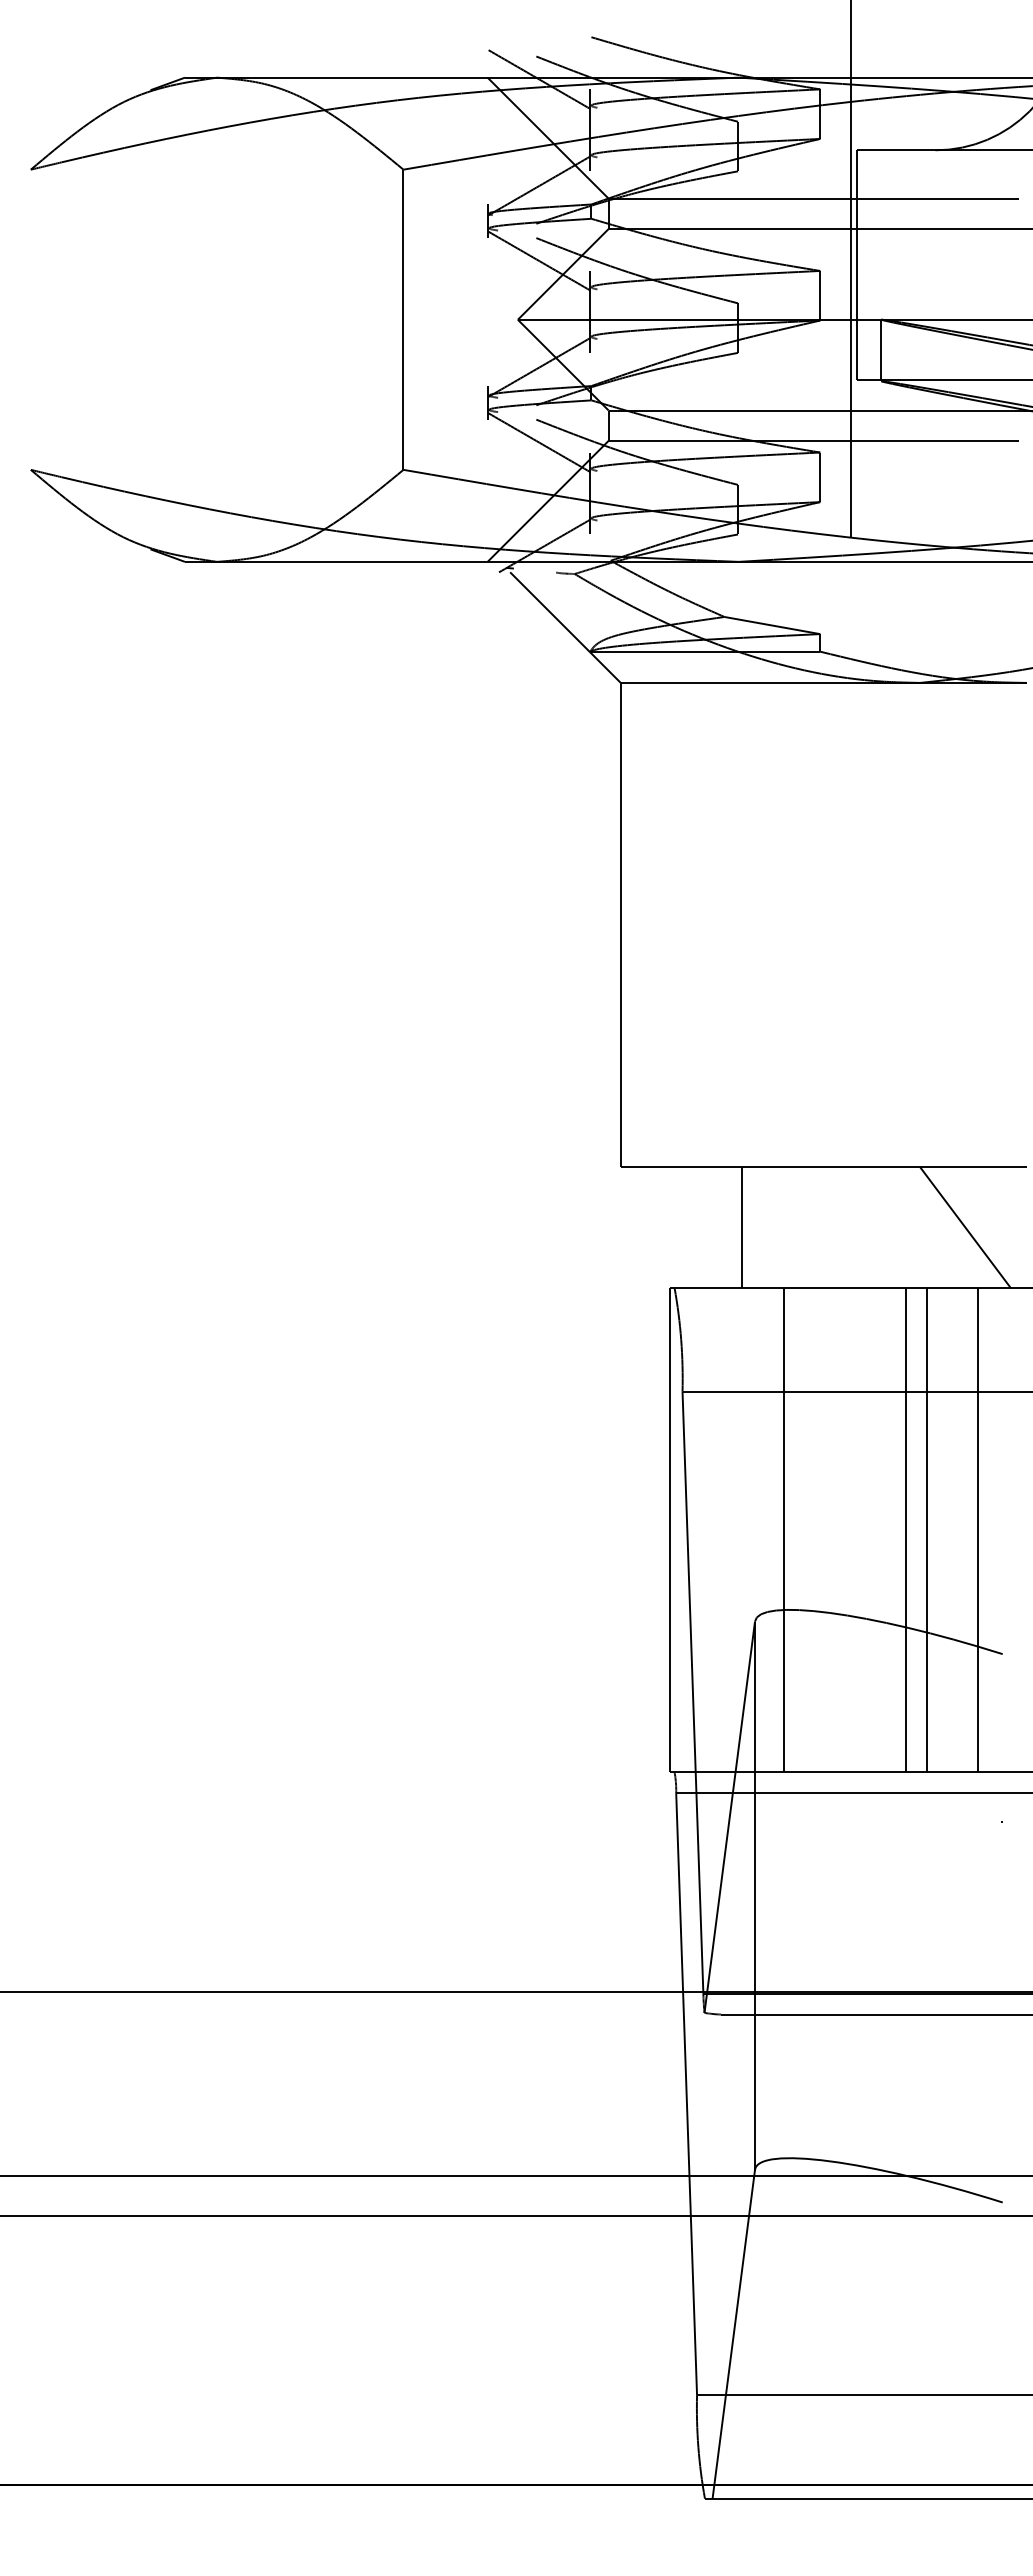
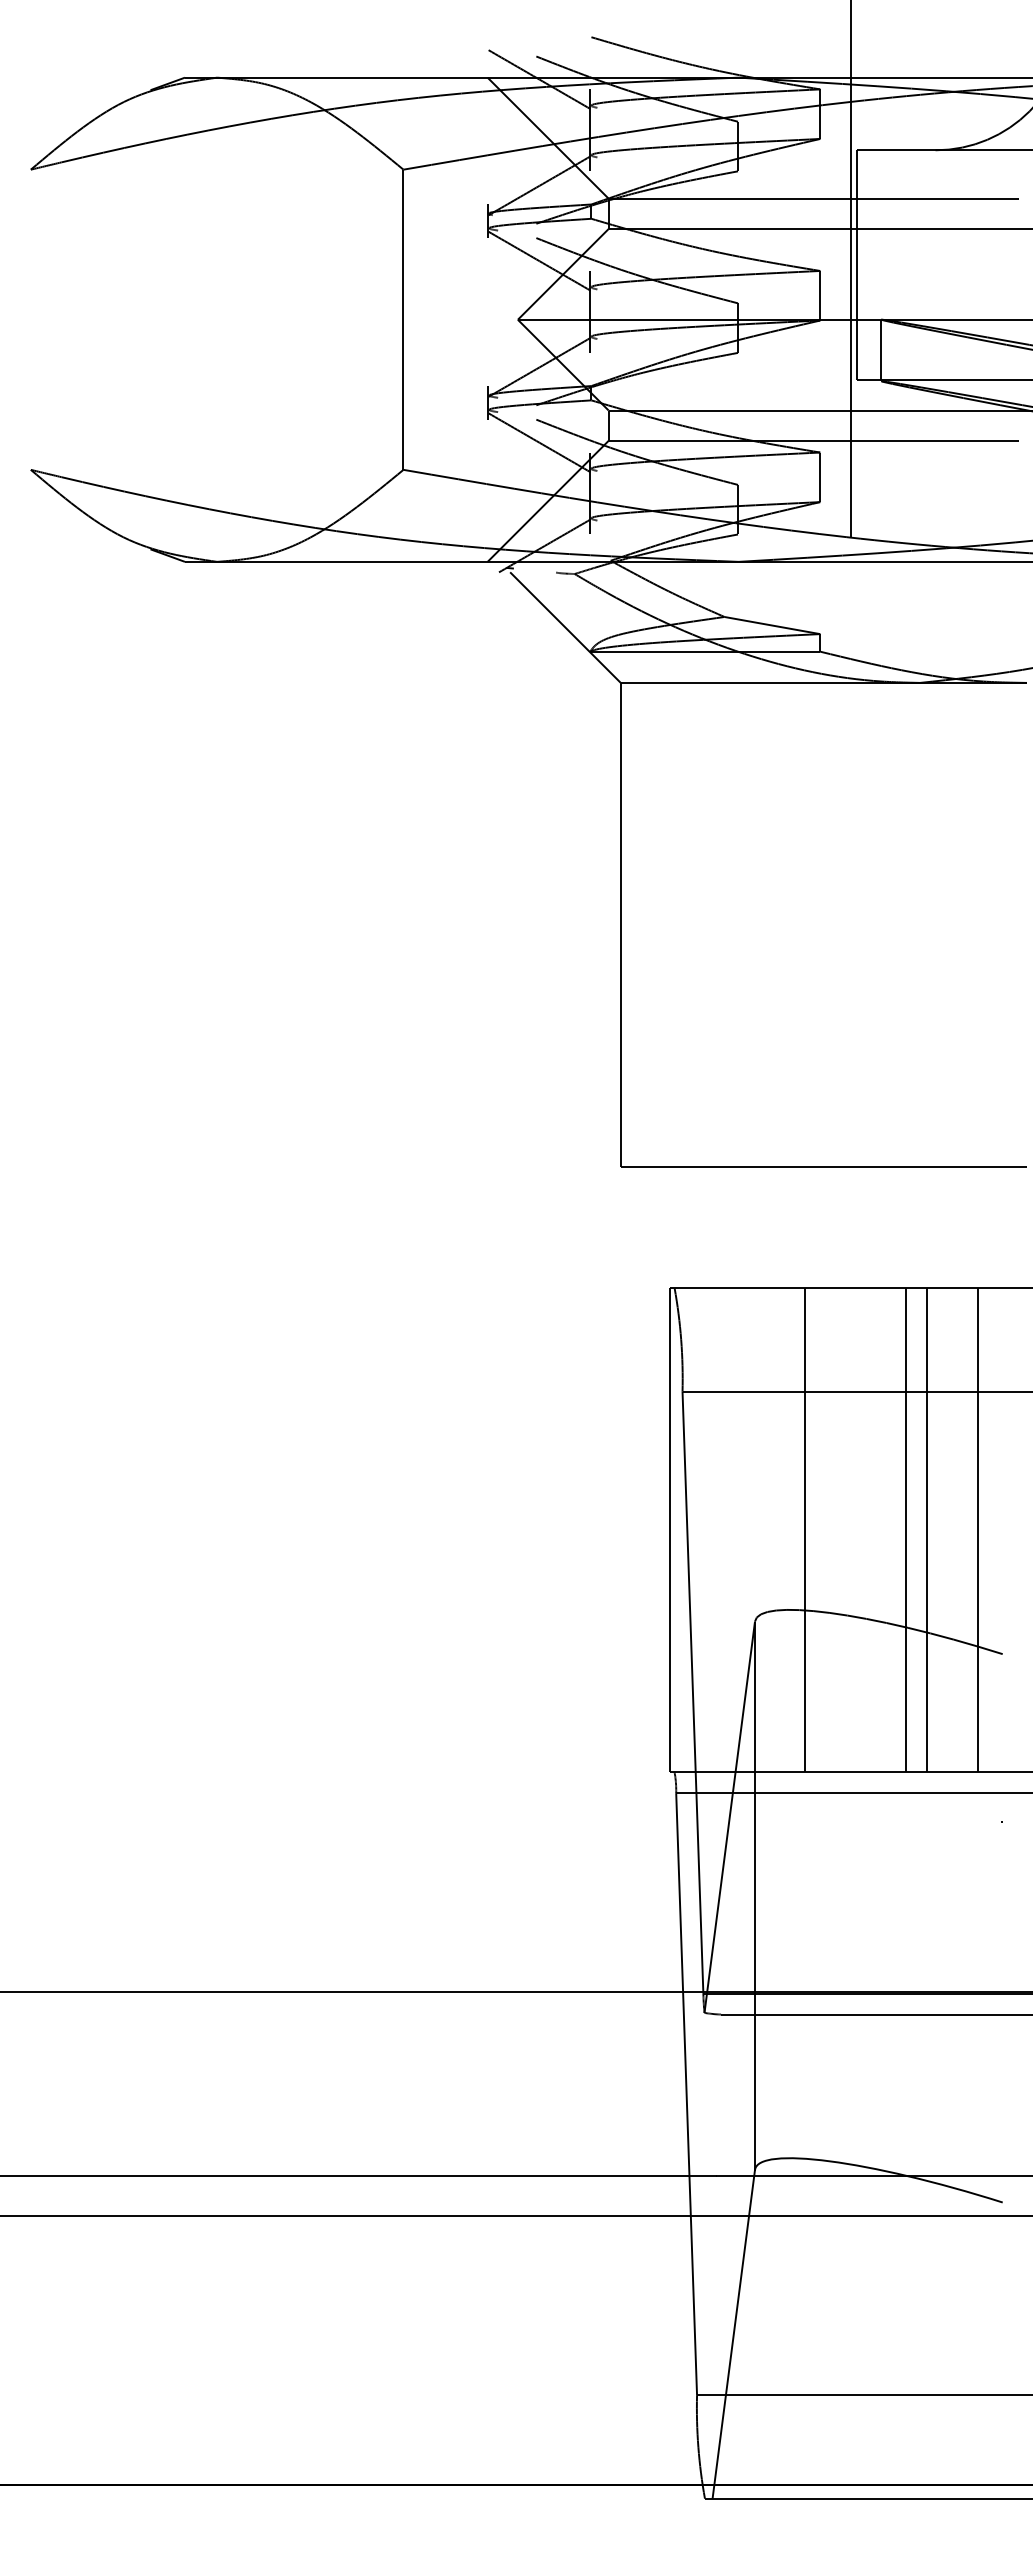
line at (741, 1227): present -> none
line at (965, 1227): present -> none
line at (784, 1530) position: (784, 1530) -> (805, 1530)
